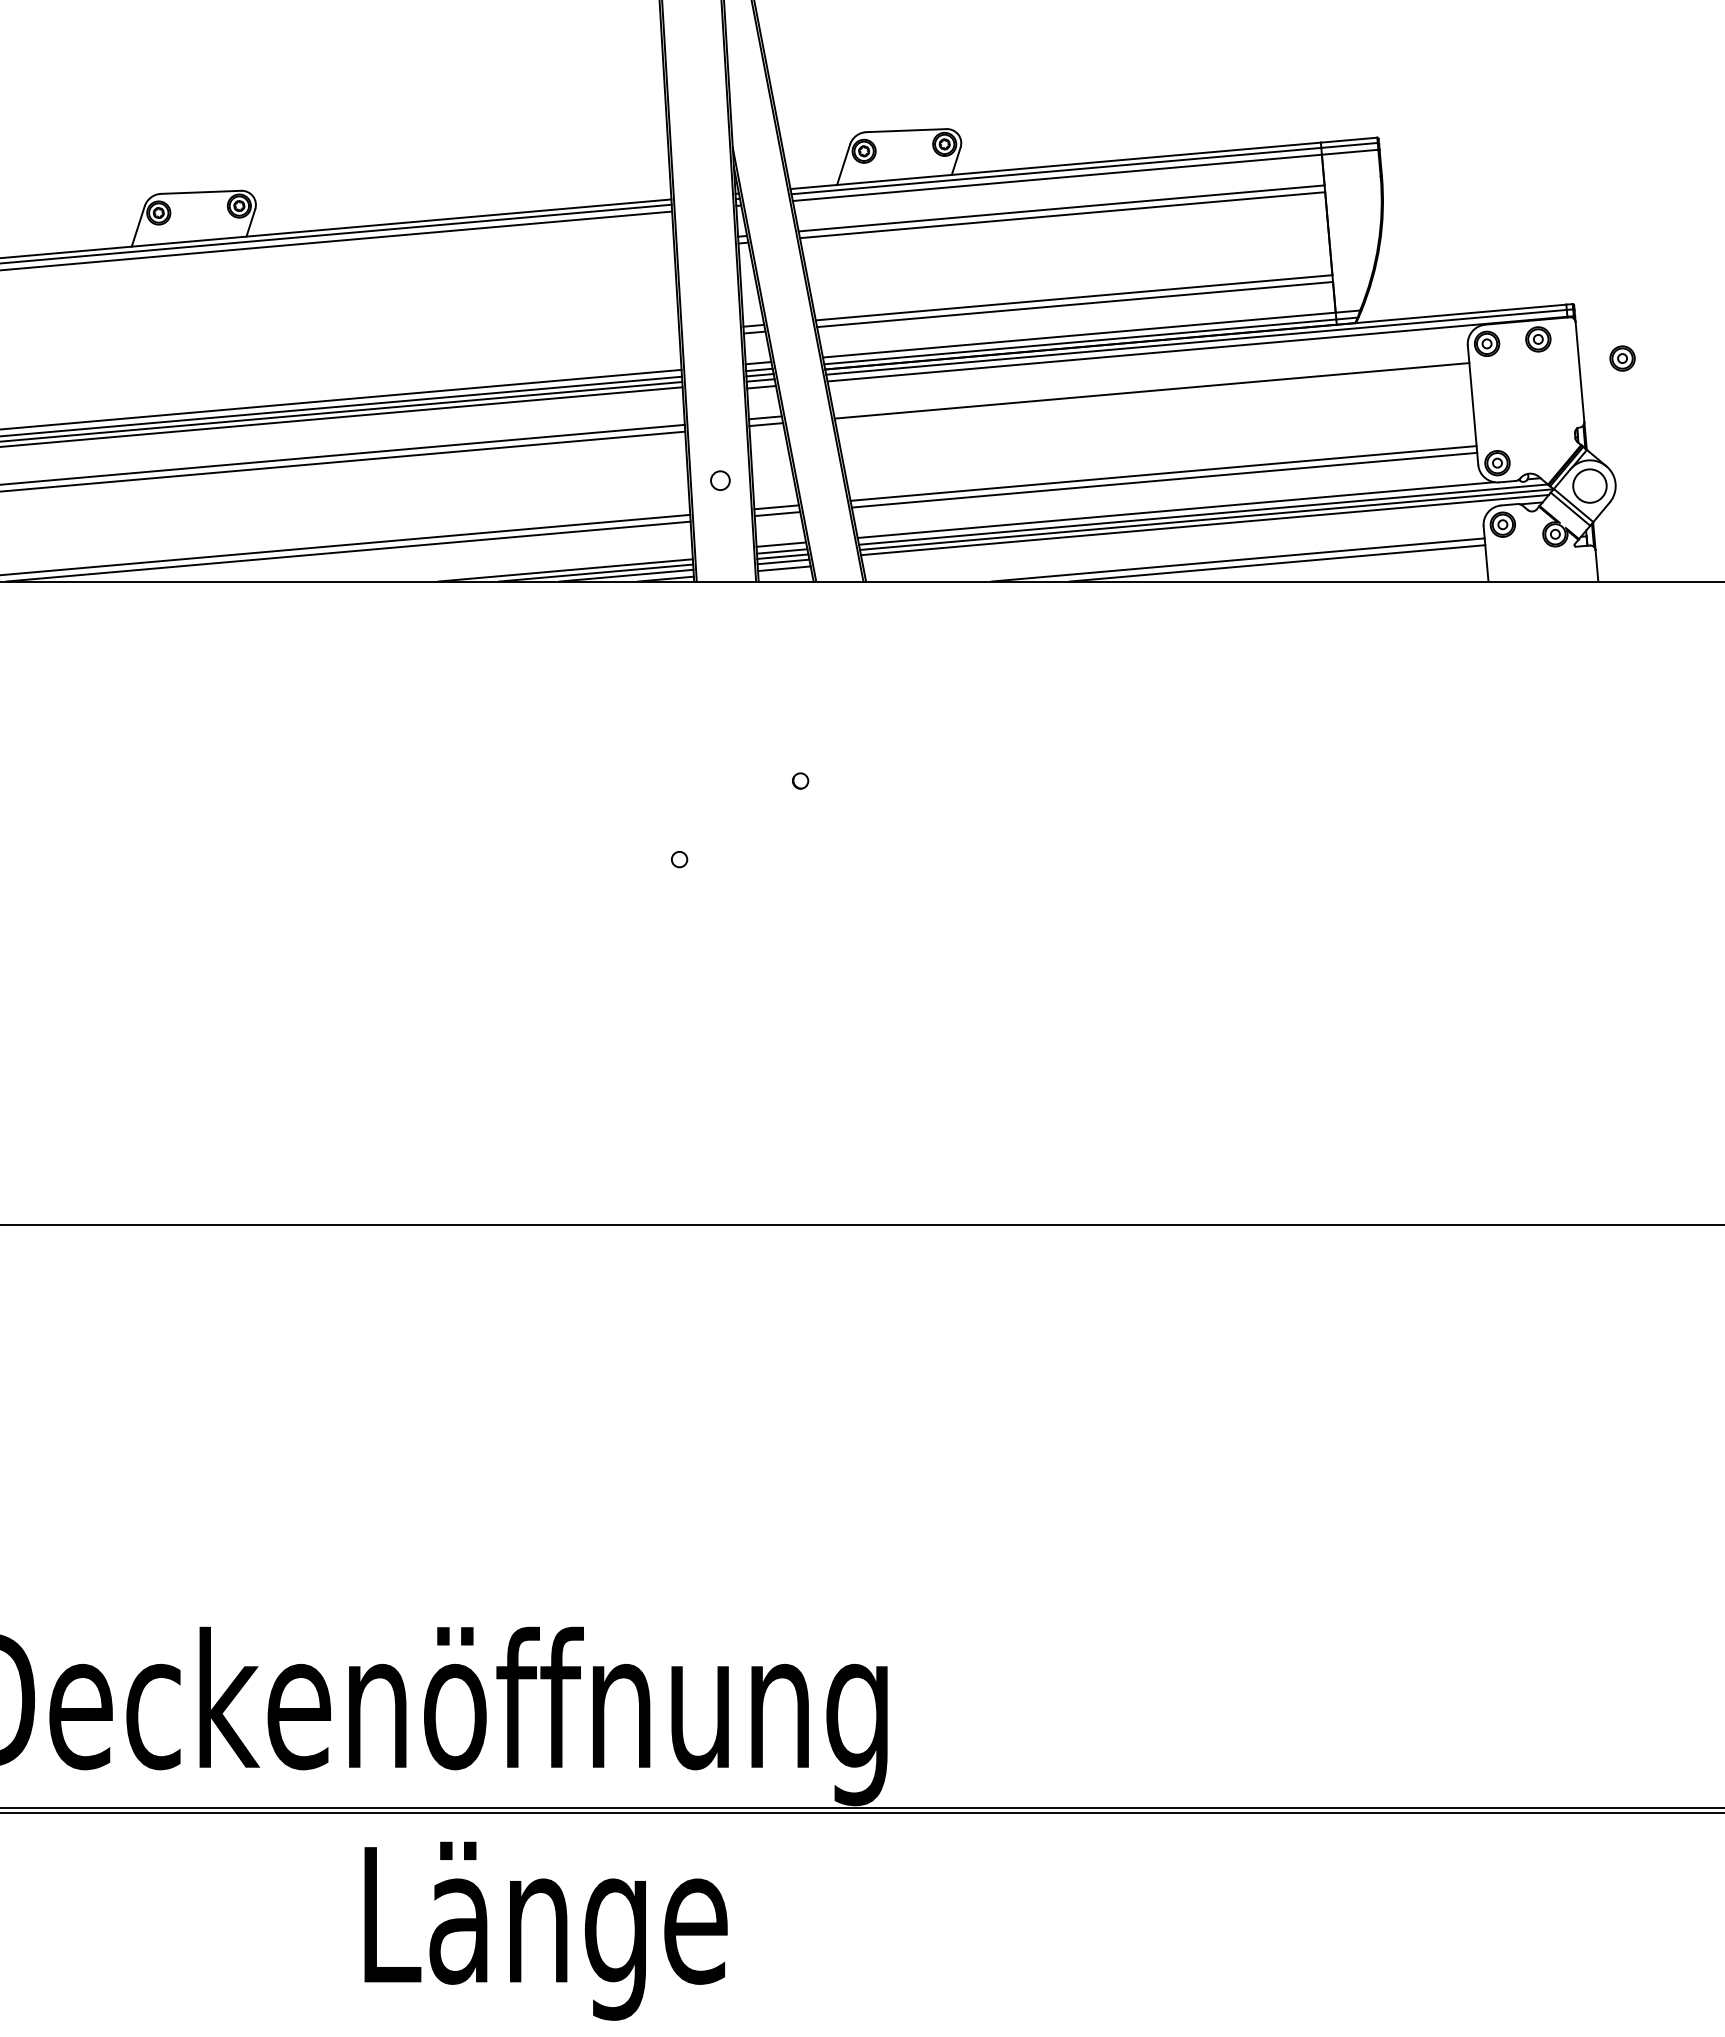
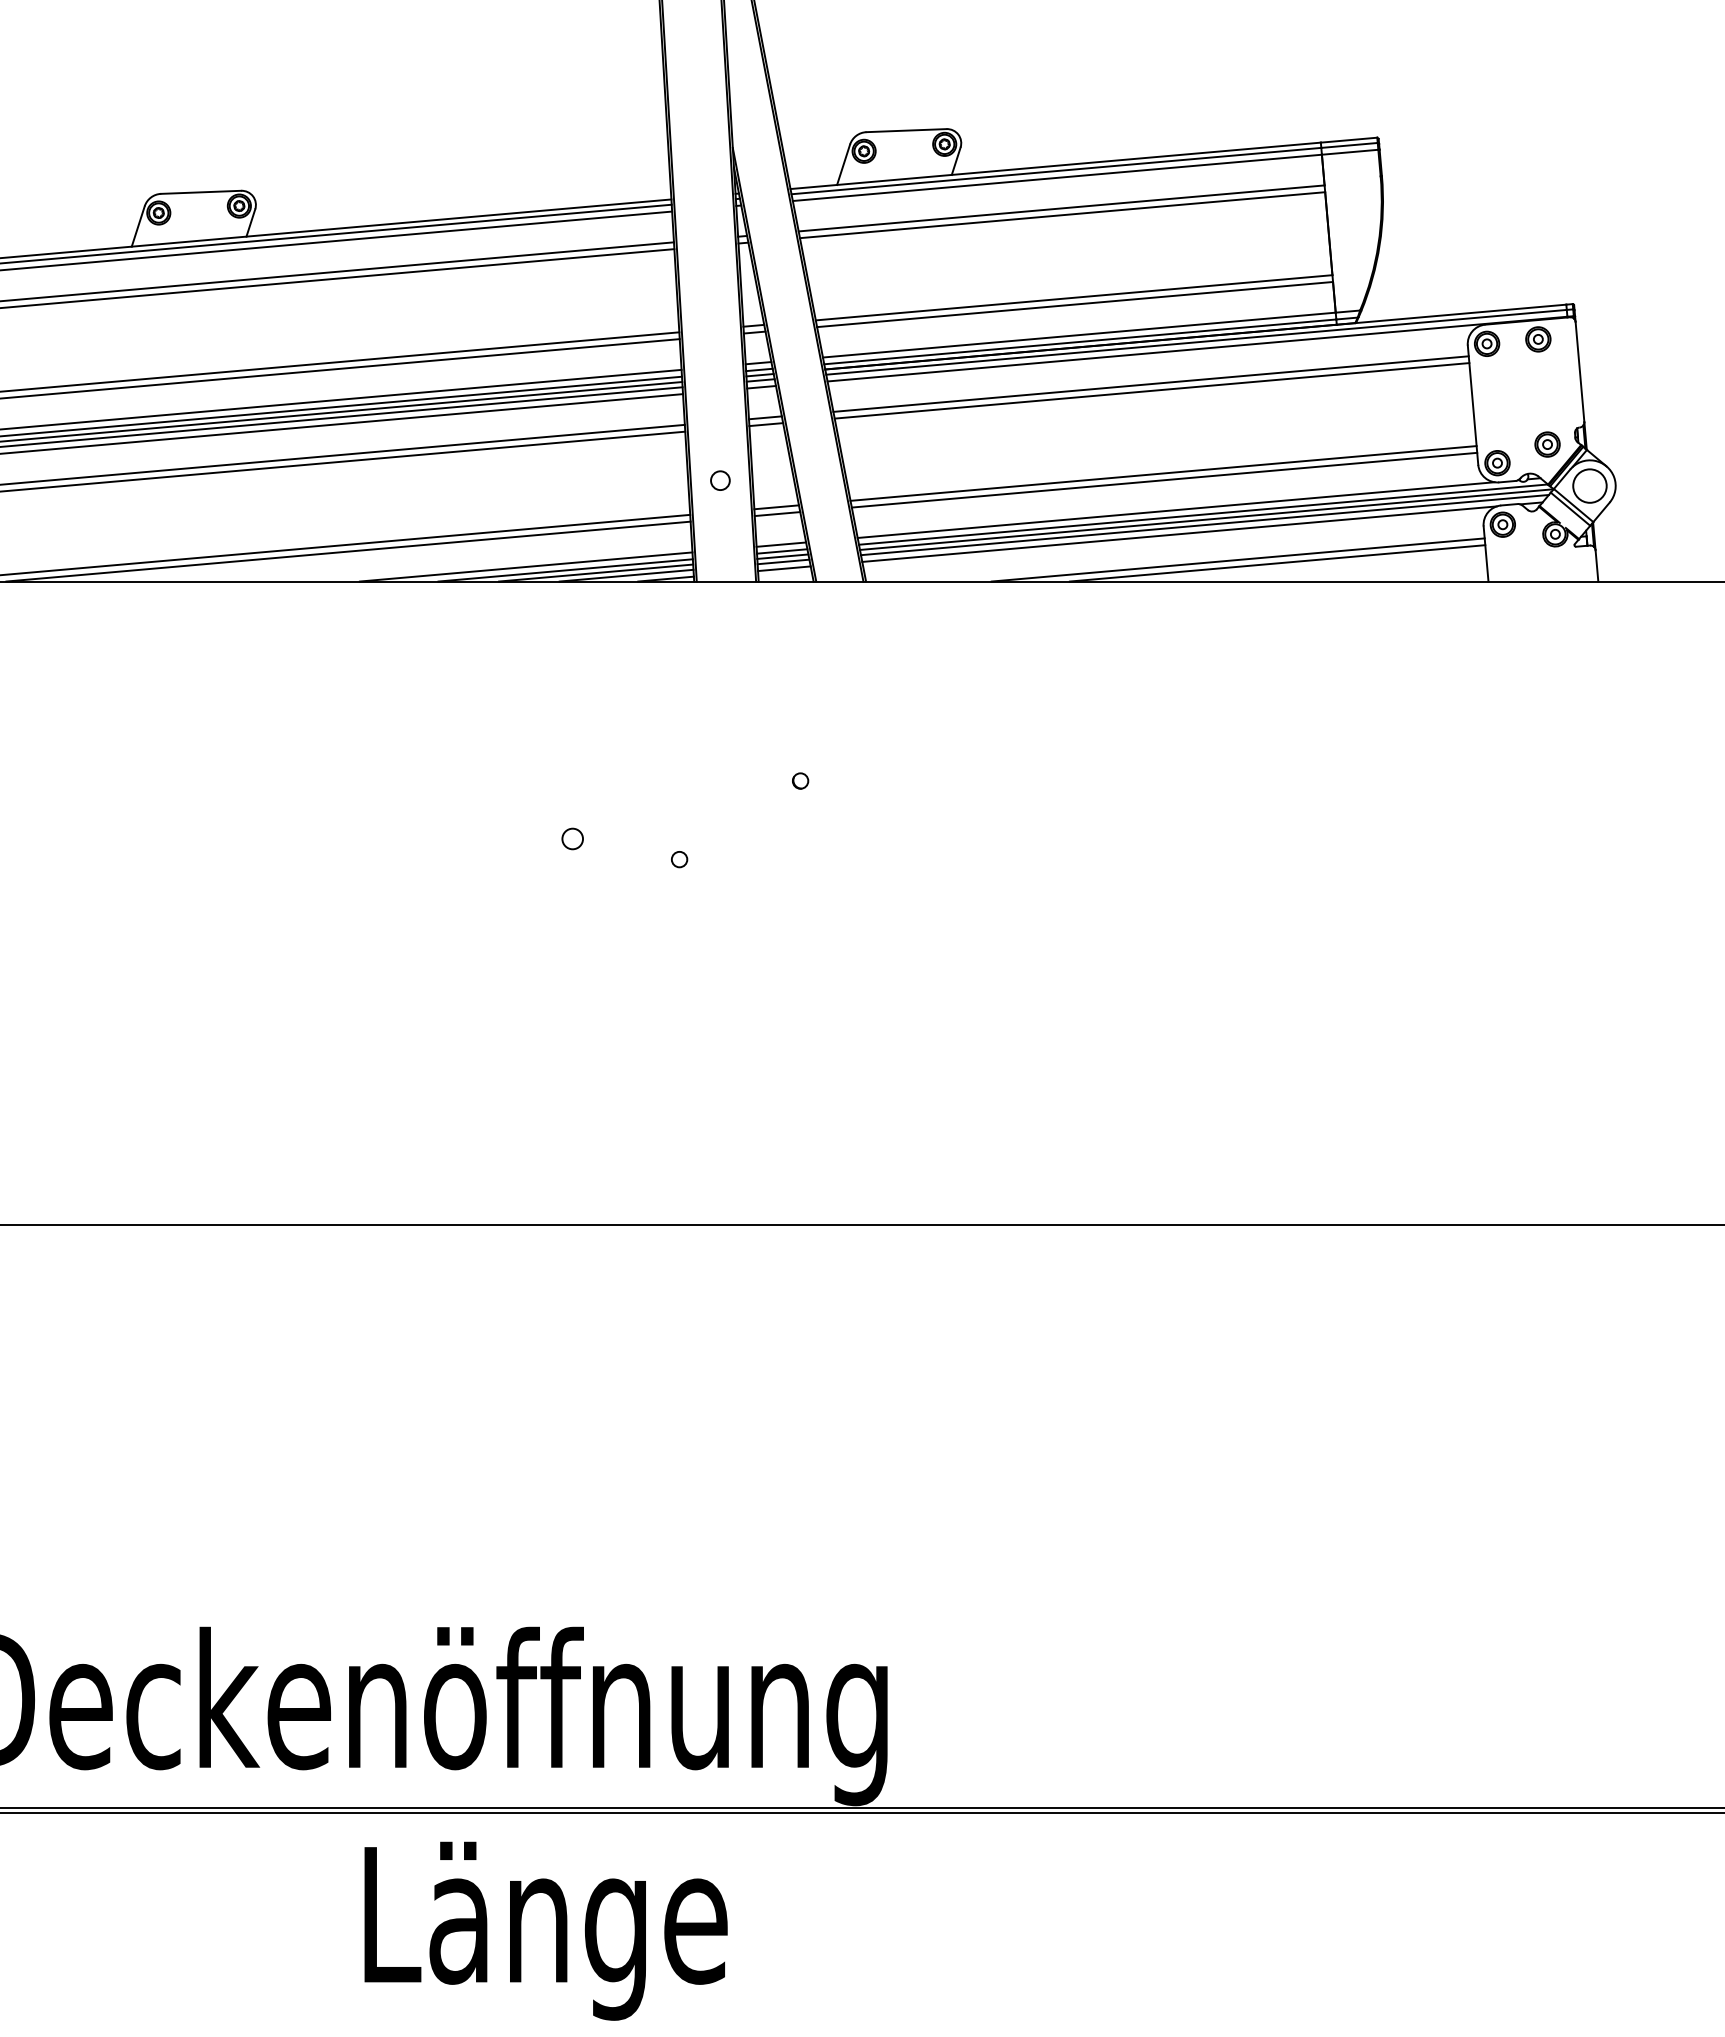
line at (337, 271): none -> present
line at (338, 278): none -> present
part at (1622, 358) position: (1622, 358) -> (1547, 444)
line at (340, 361): none -> present
line at (340, 368): none -> present
line at (1150, 383): none -> present
line at (342, 423): none -> present
line at (1179, 533): none -> present
line at (525, 566): none -> present
circle at (572, 838): none -> present
